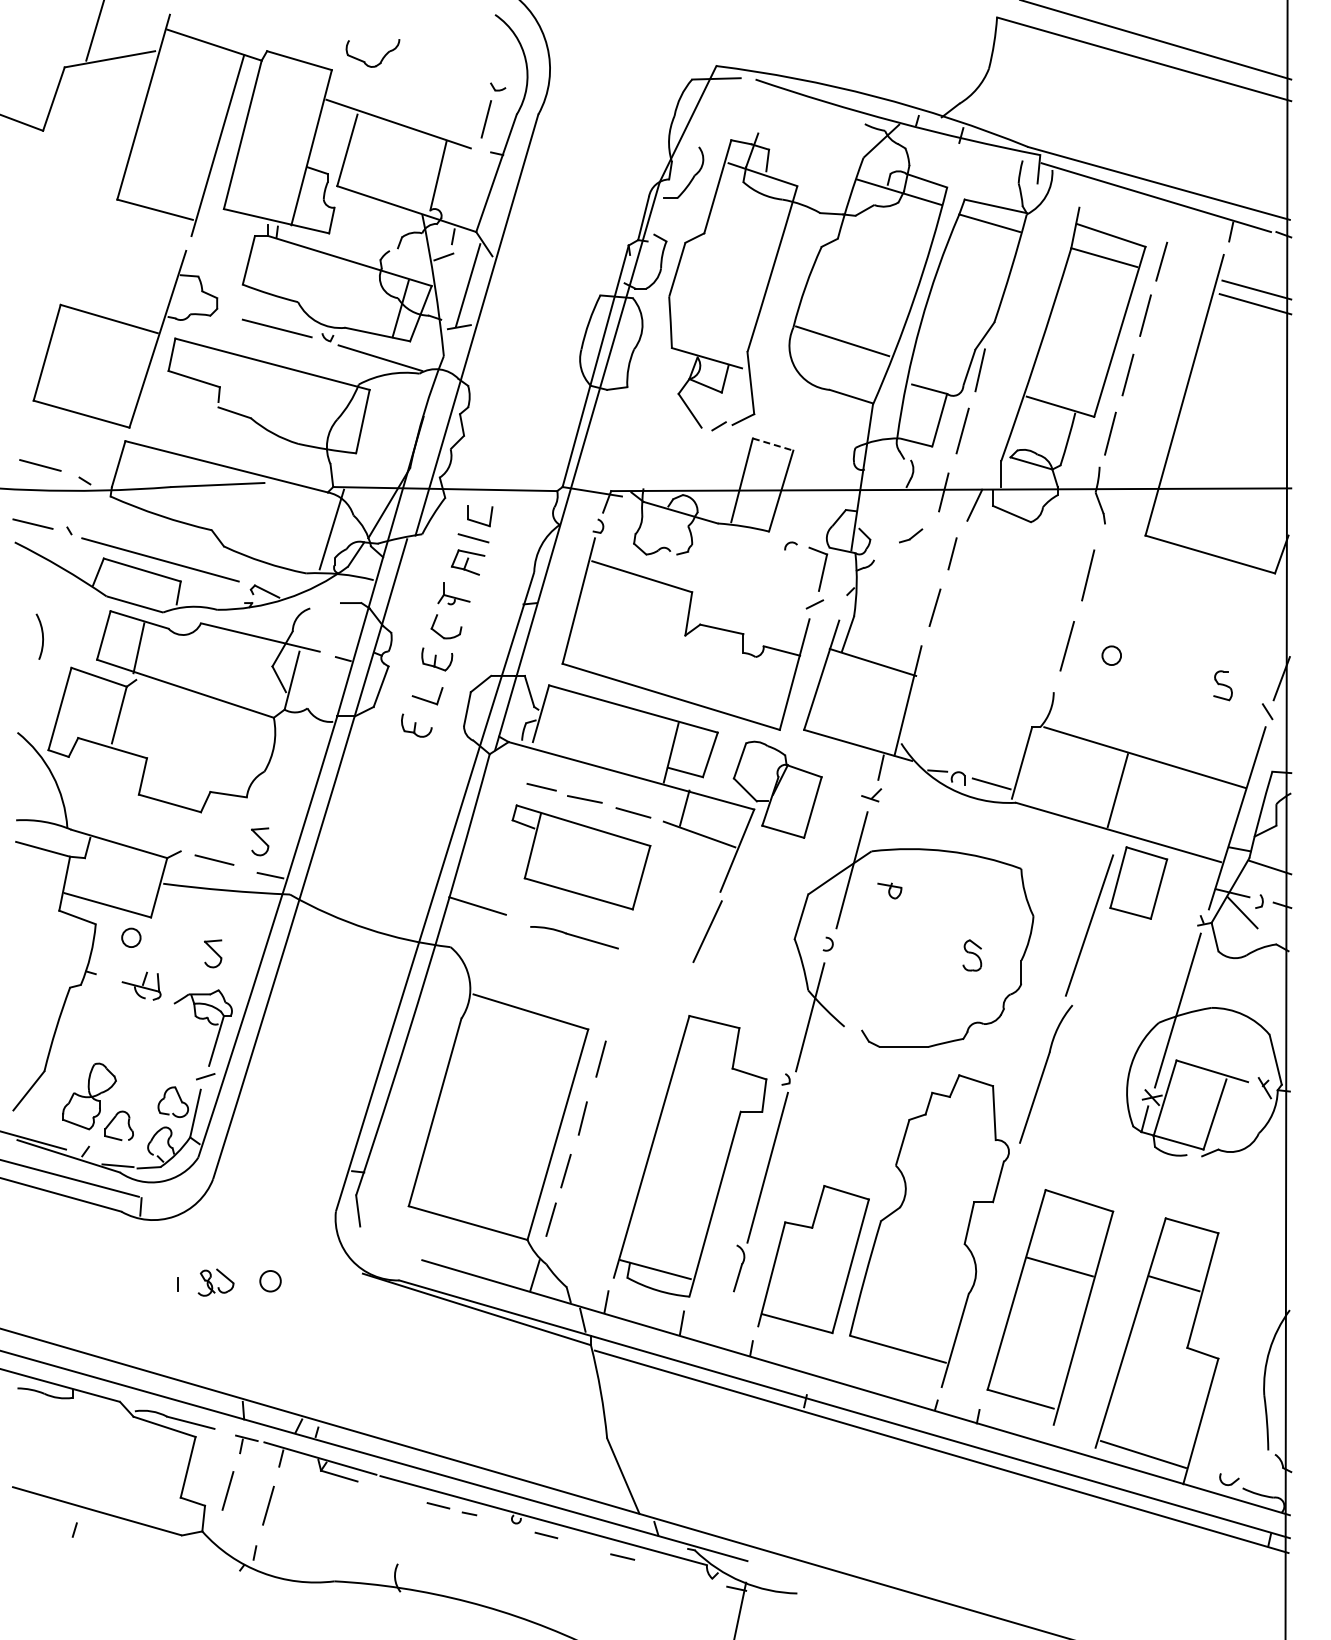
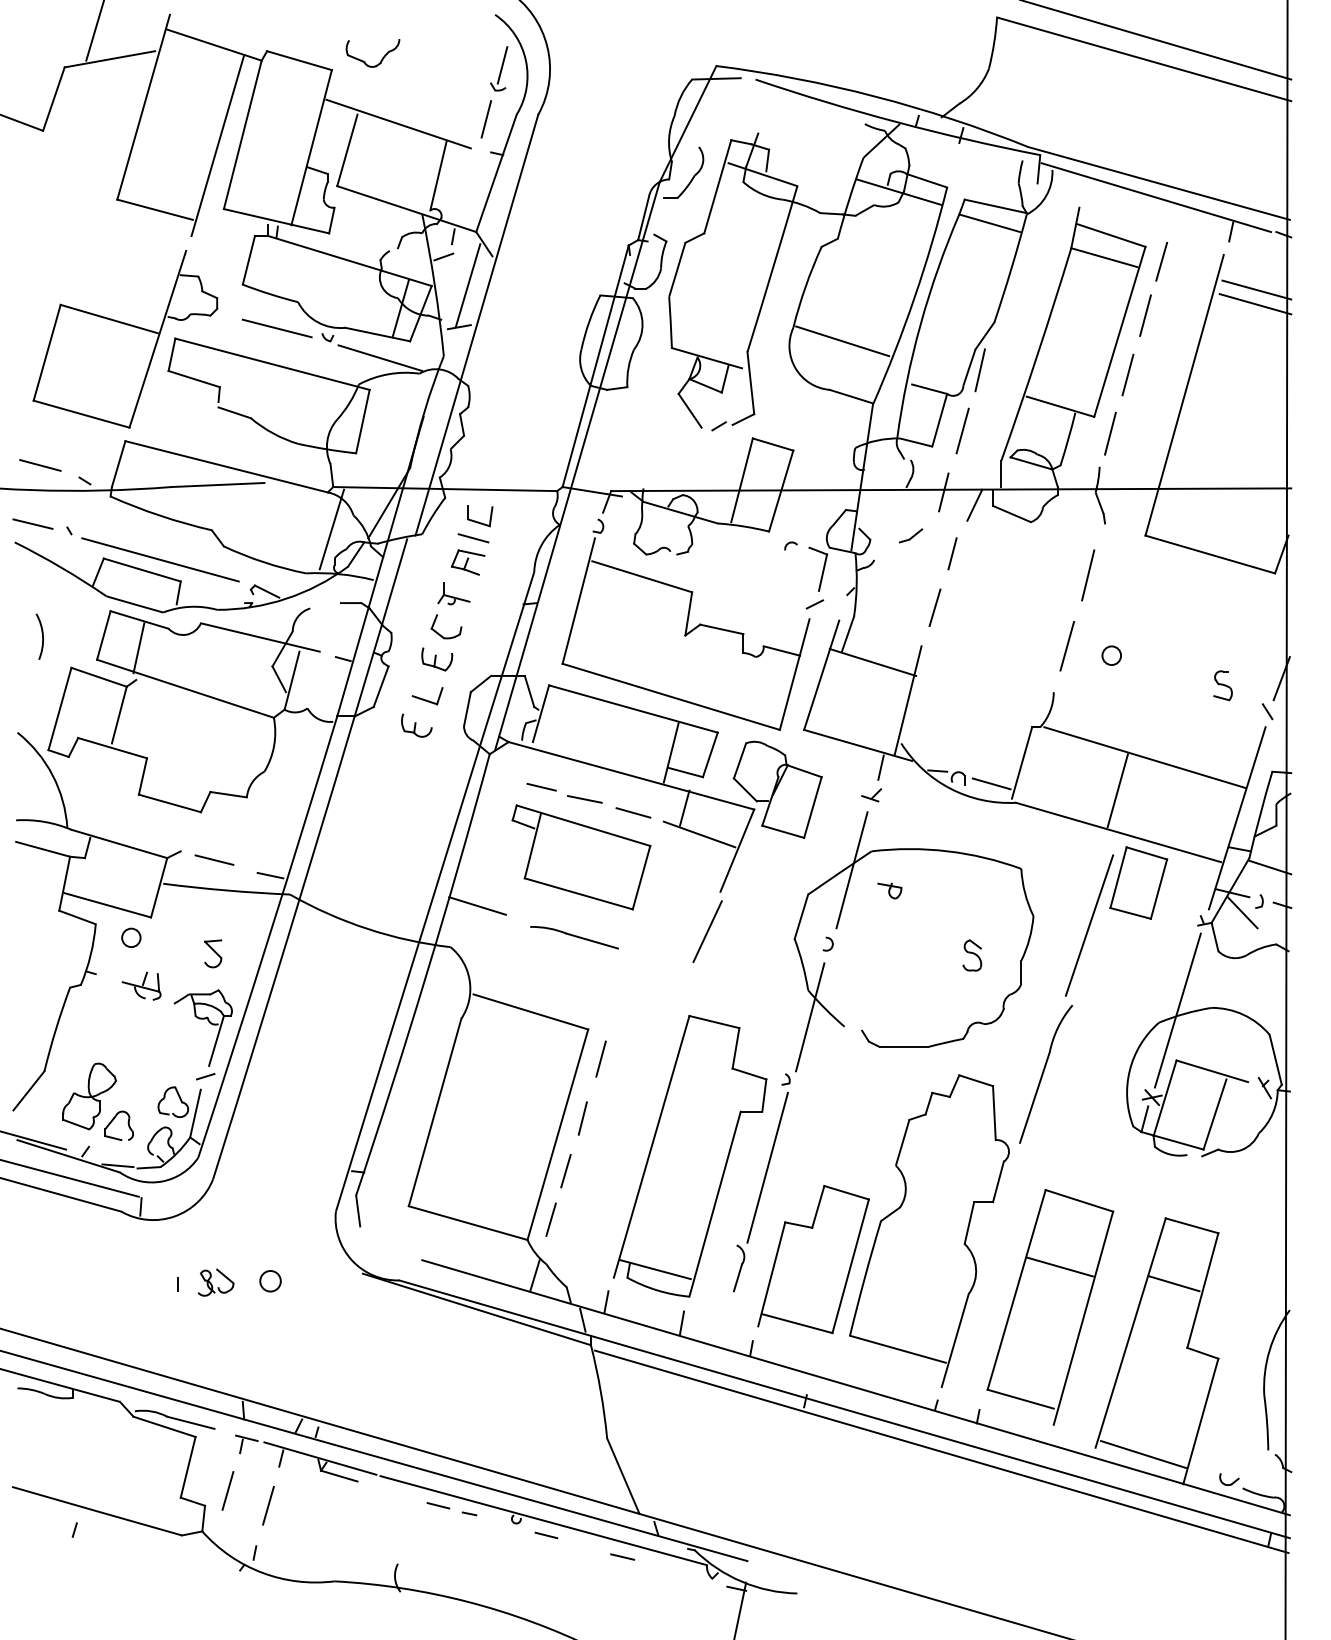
line at (502, 65): none -> present
line at (773, 444): dashed -> solid
part at (260, 841): present -> none
